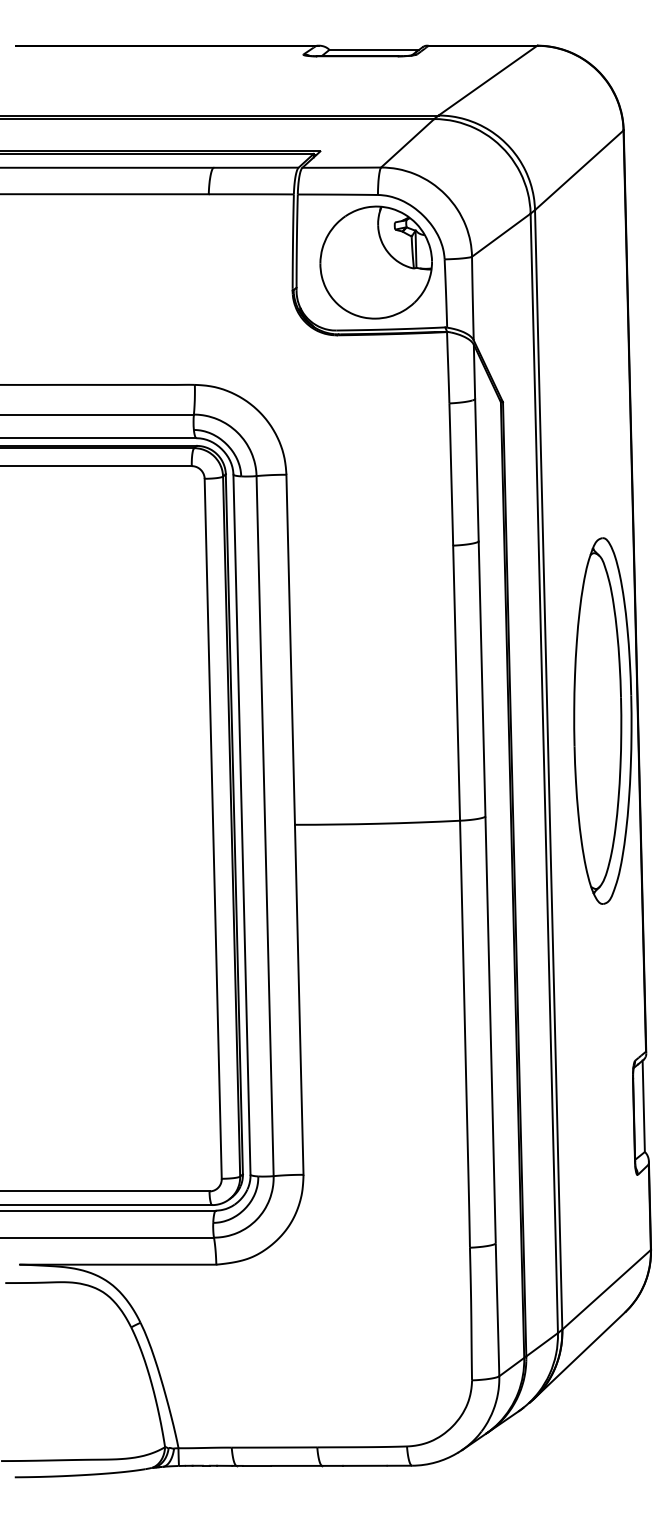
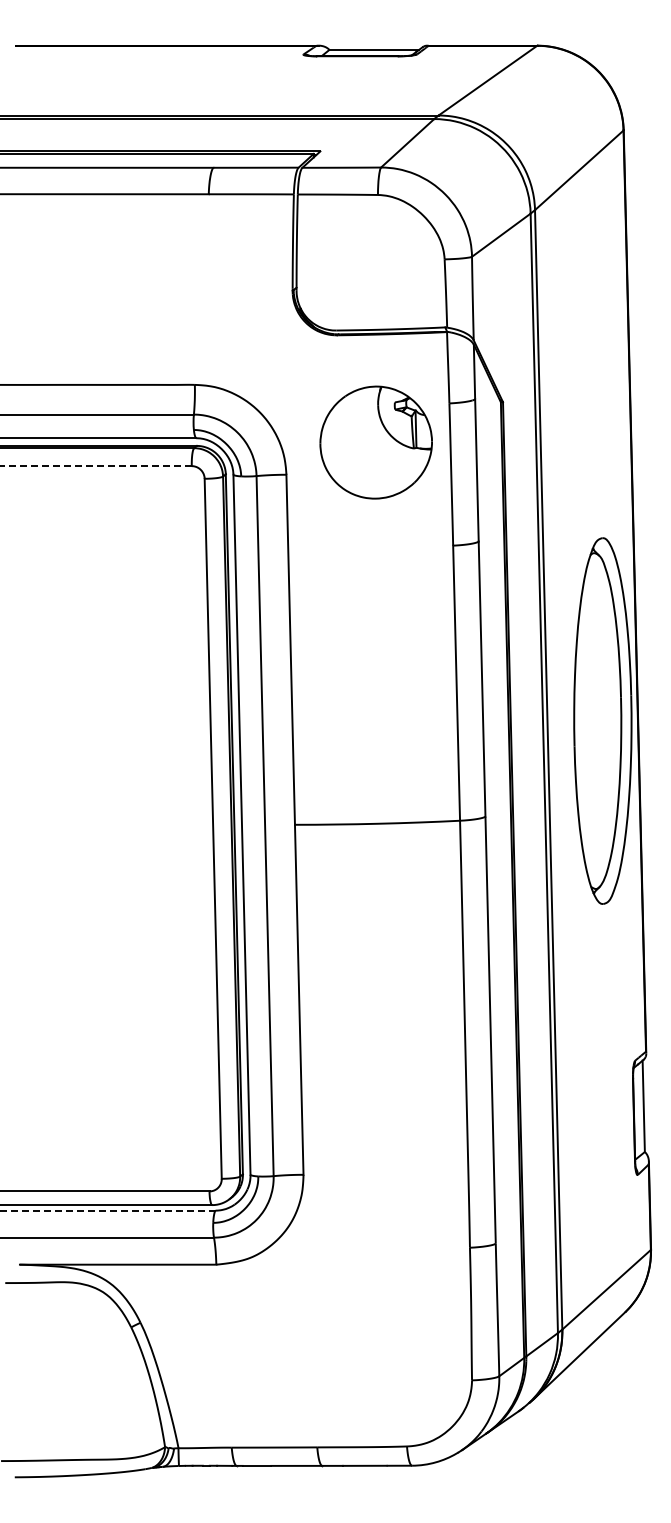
part at (375, 262) position: (375, 262) -> (375, 442)
line at (95, 466): solid -> dashed
line at (107, 1210): solid -> dashed
